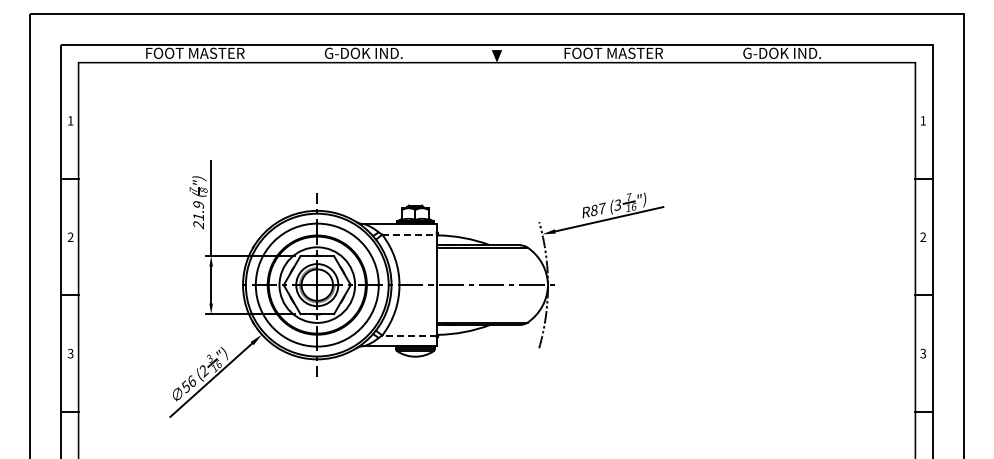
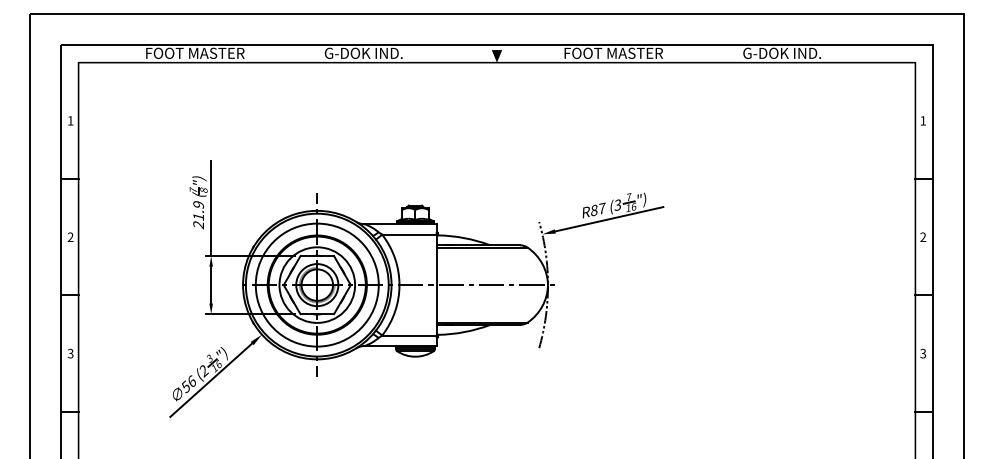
line at (409, 234): dashed -> solid
line at (408, 335): dashed -> solid
